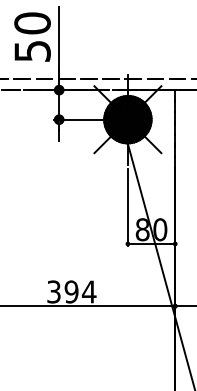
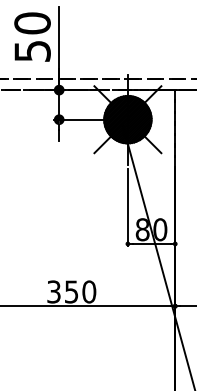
text at (80, 291): 394 -> 350
